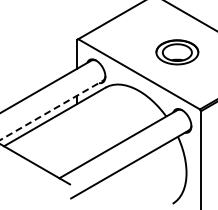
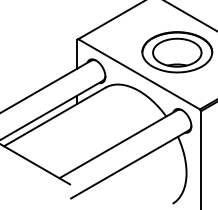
part at (177, 52) size: 45x27 px -> 73x43 px
line at (52, 110): dashed -> solid
